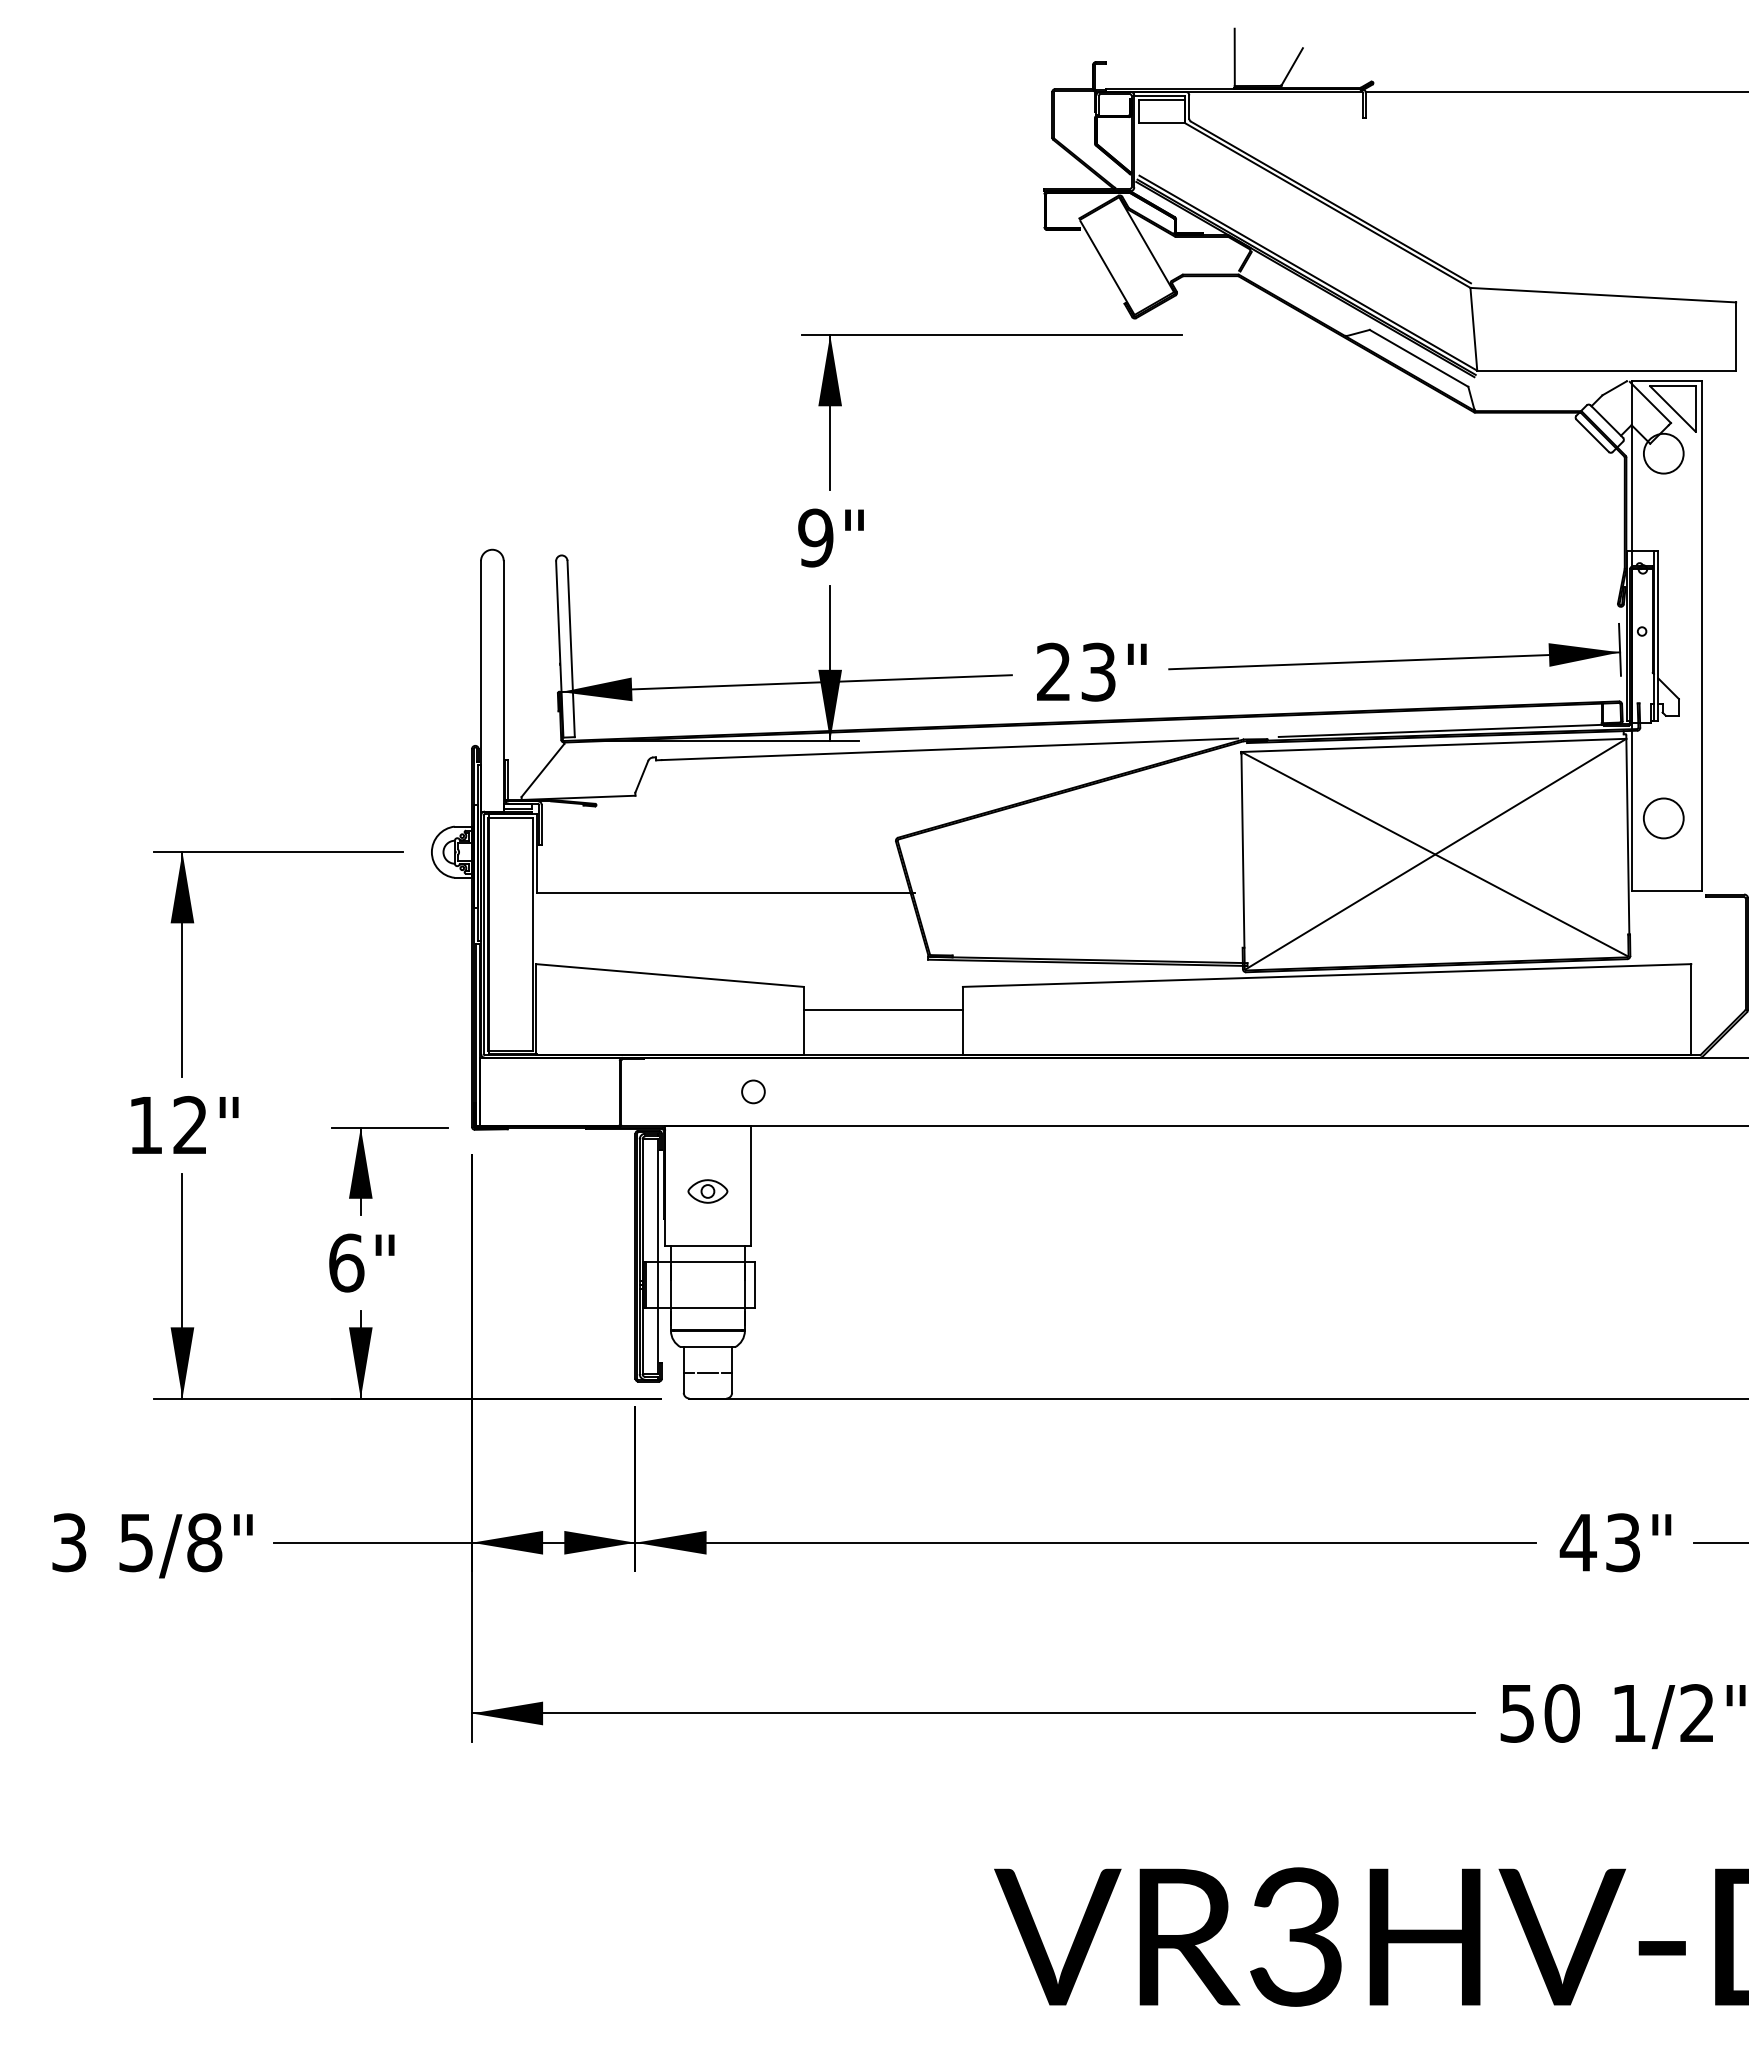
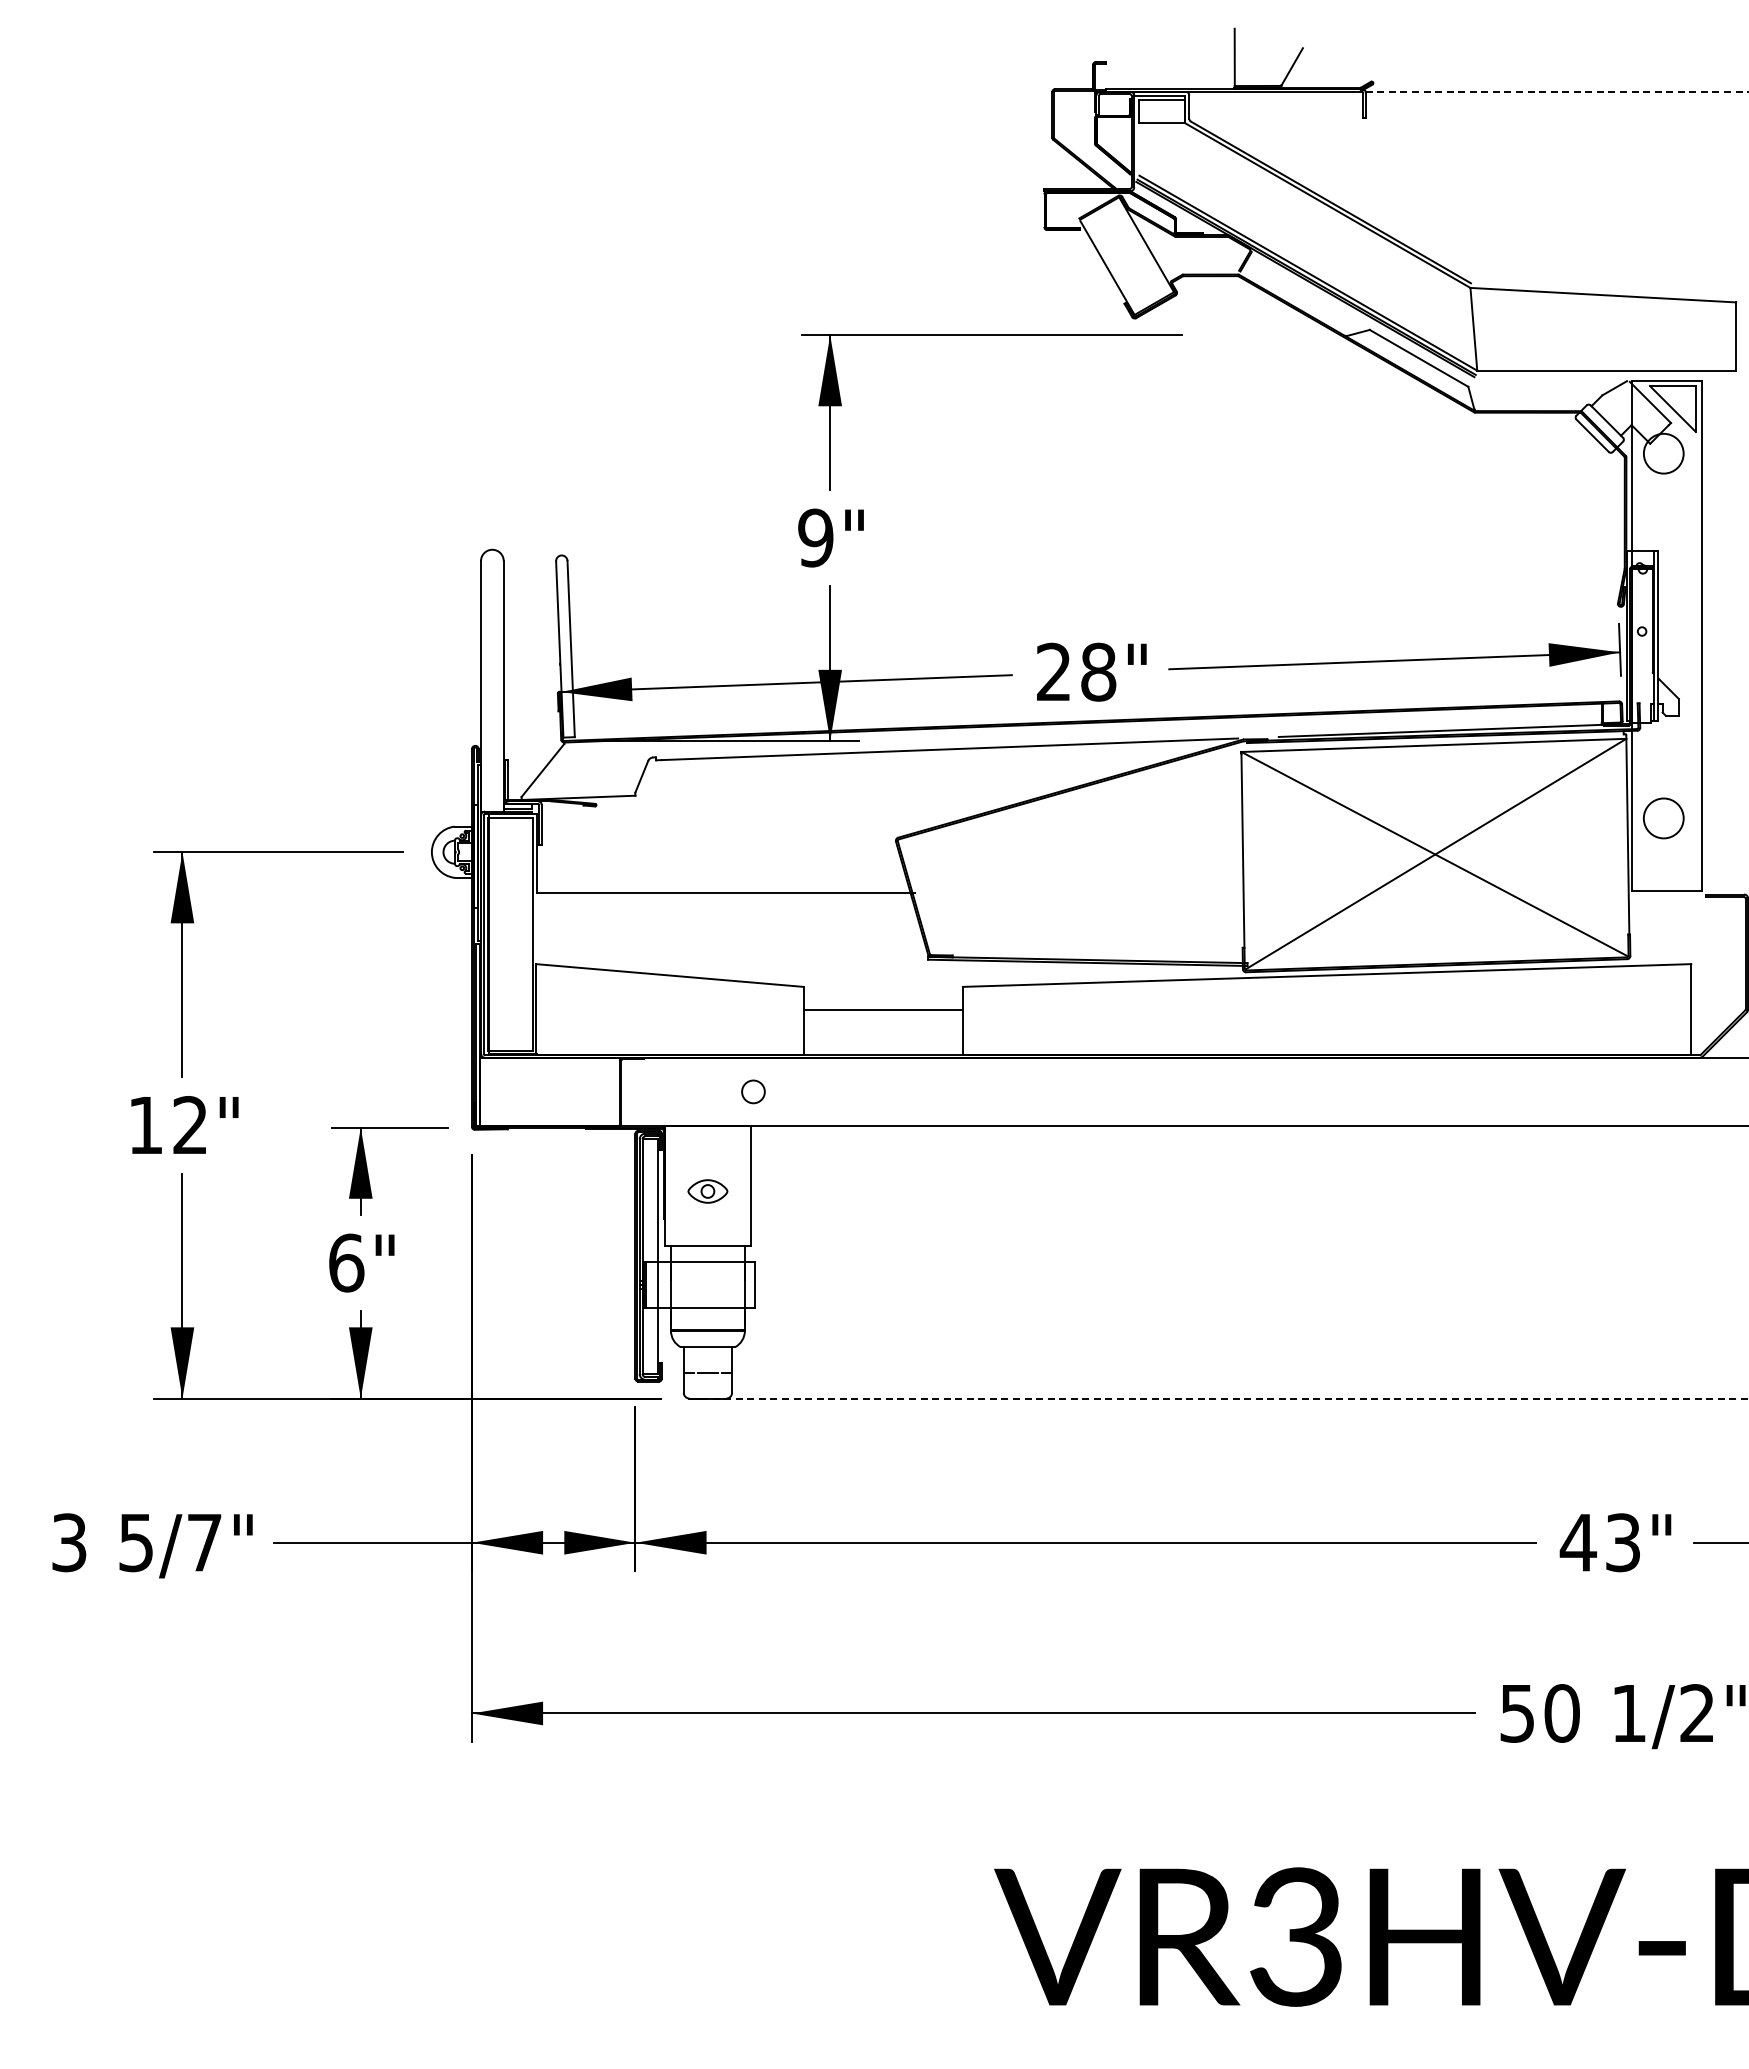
line at (1557, 91): solid -> dashed
text at (1098, 671): 23" -> 28"
line at (1219, 1398): solid -> dashed
text at (204, 1542): 5/8" -> 5/7"
